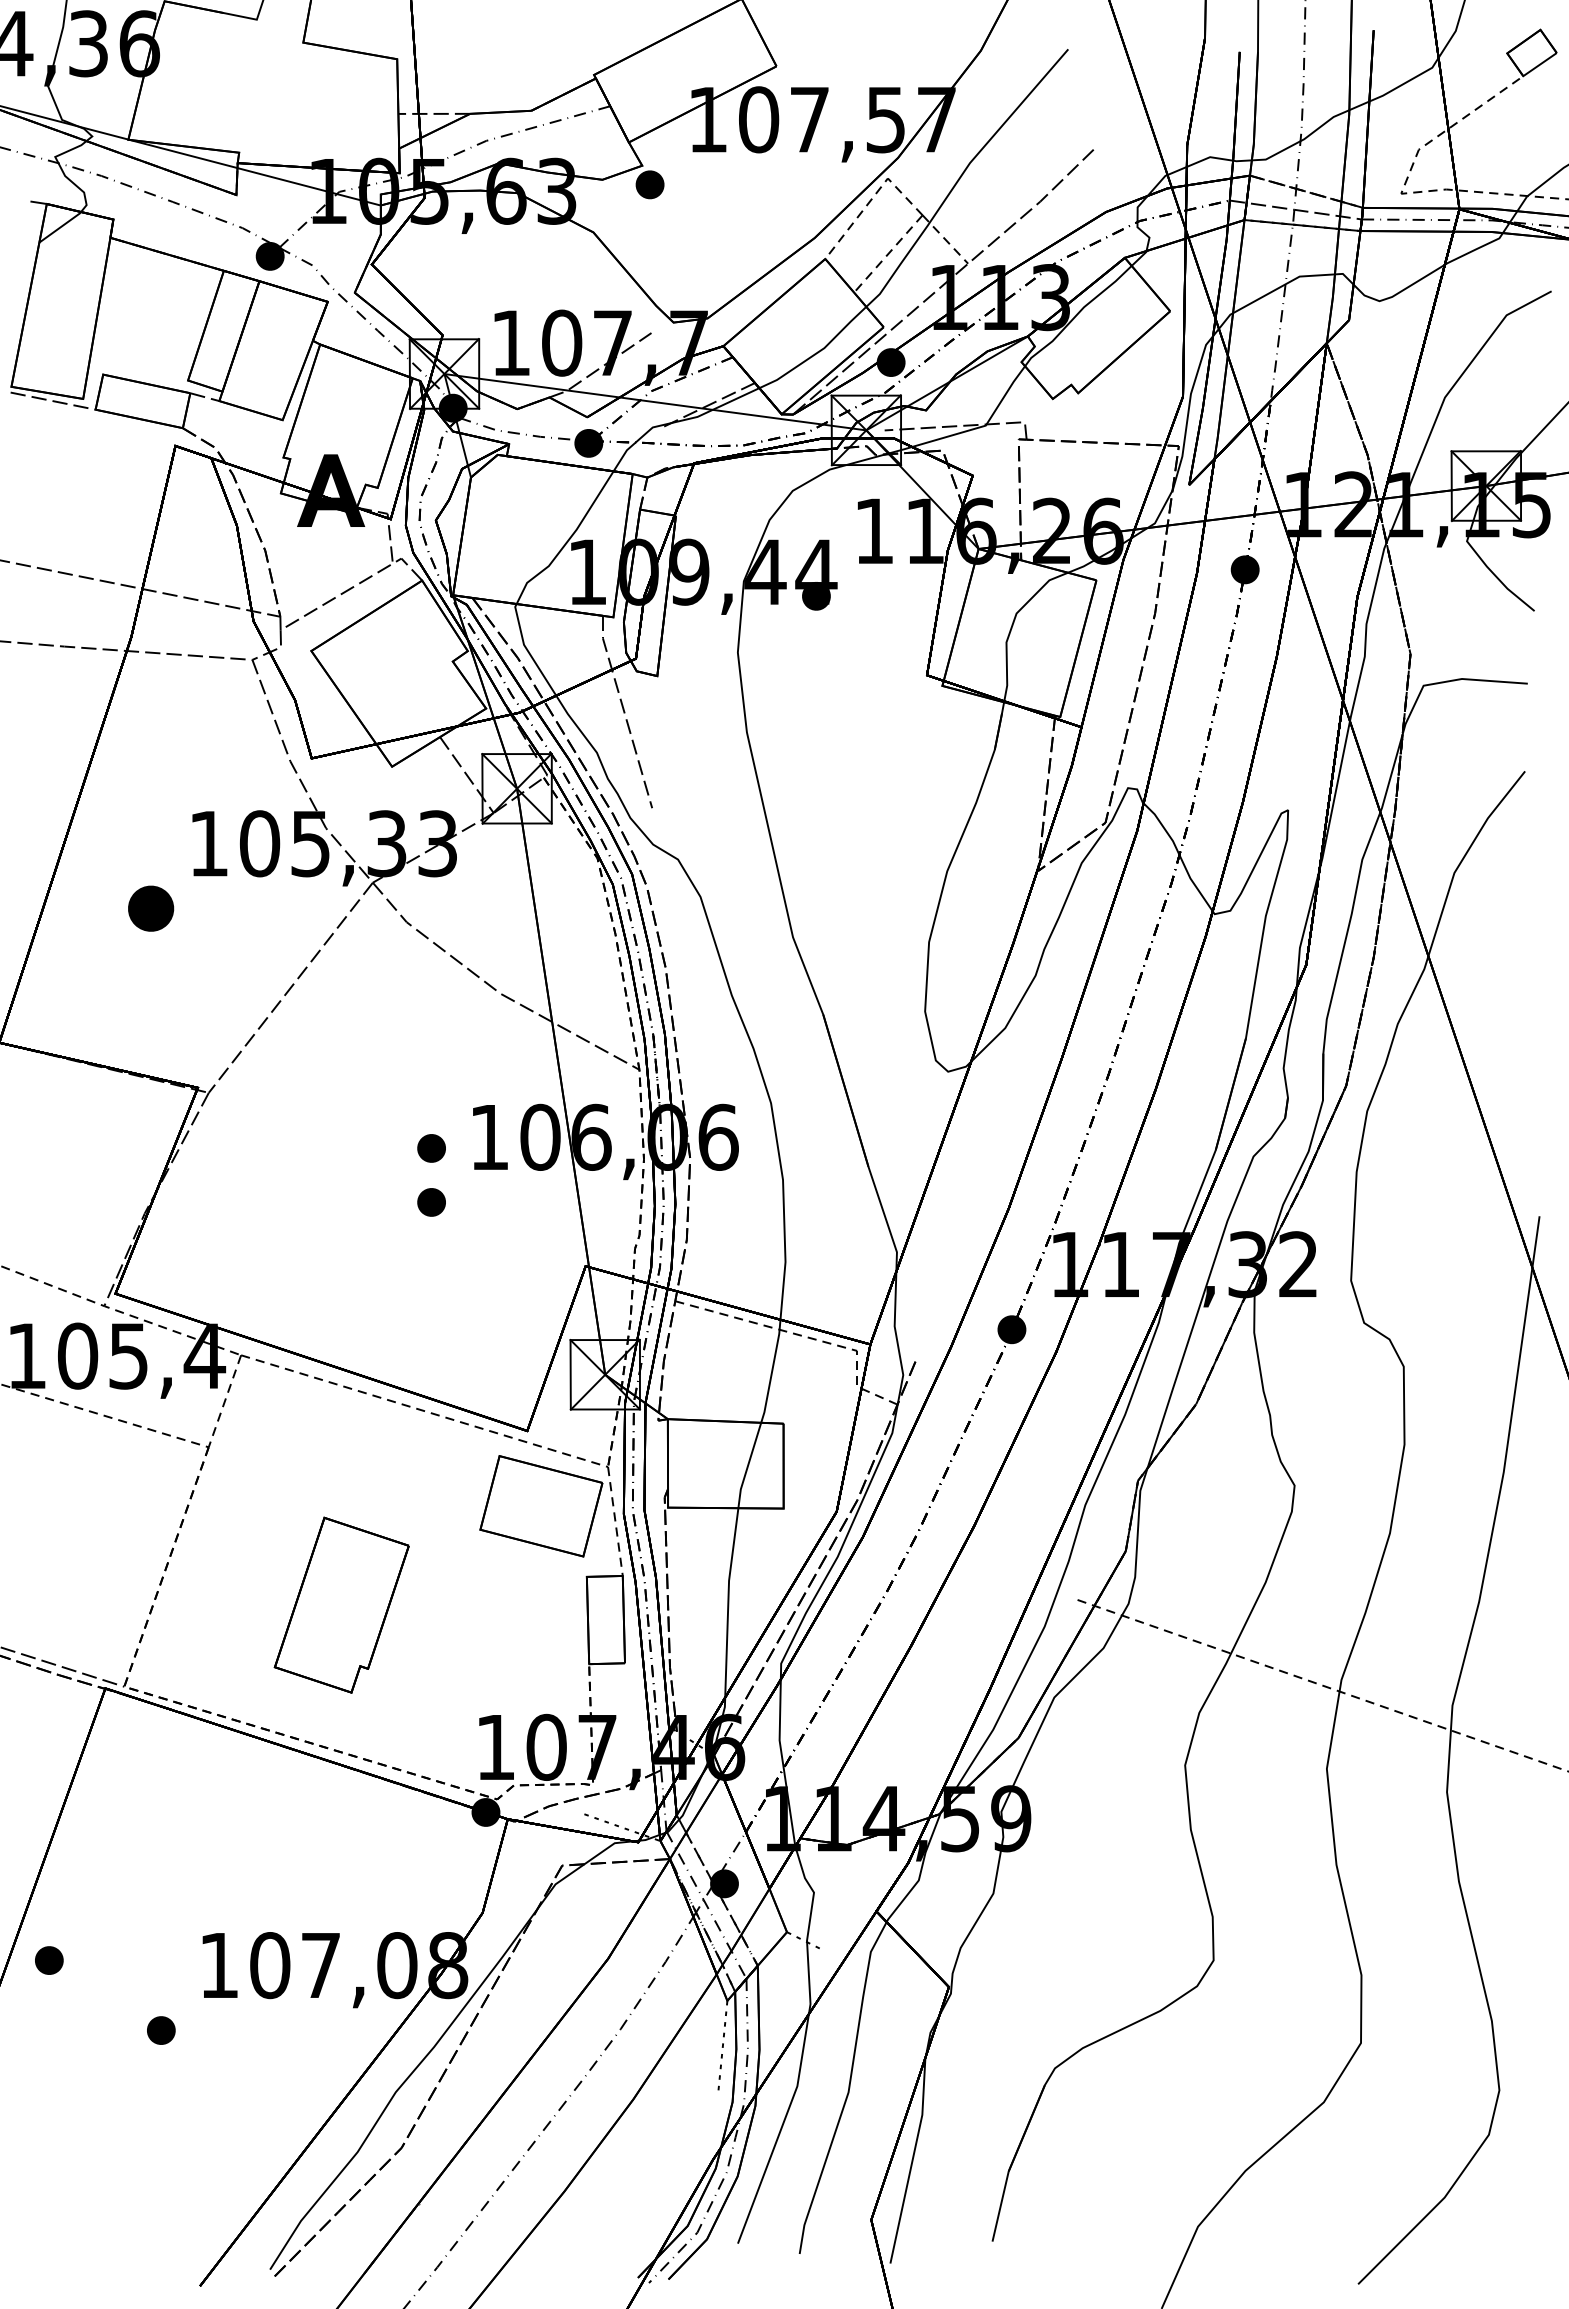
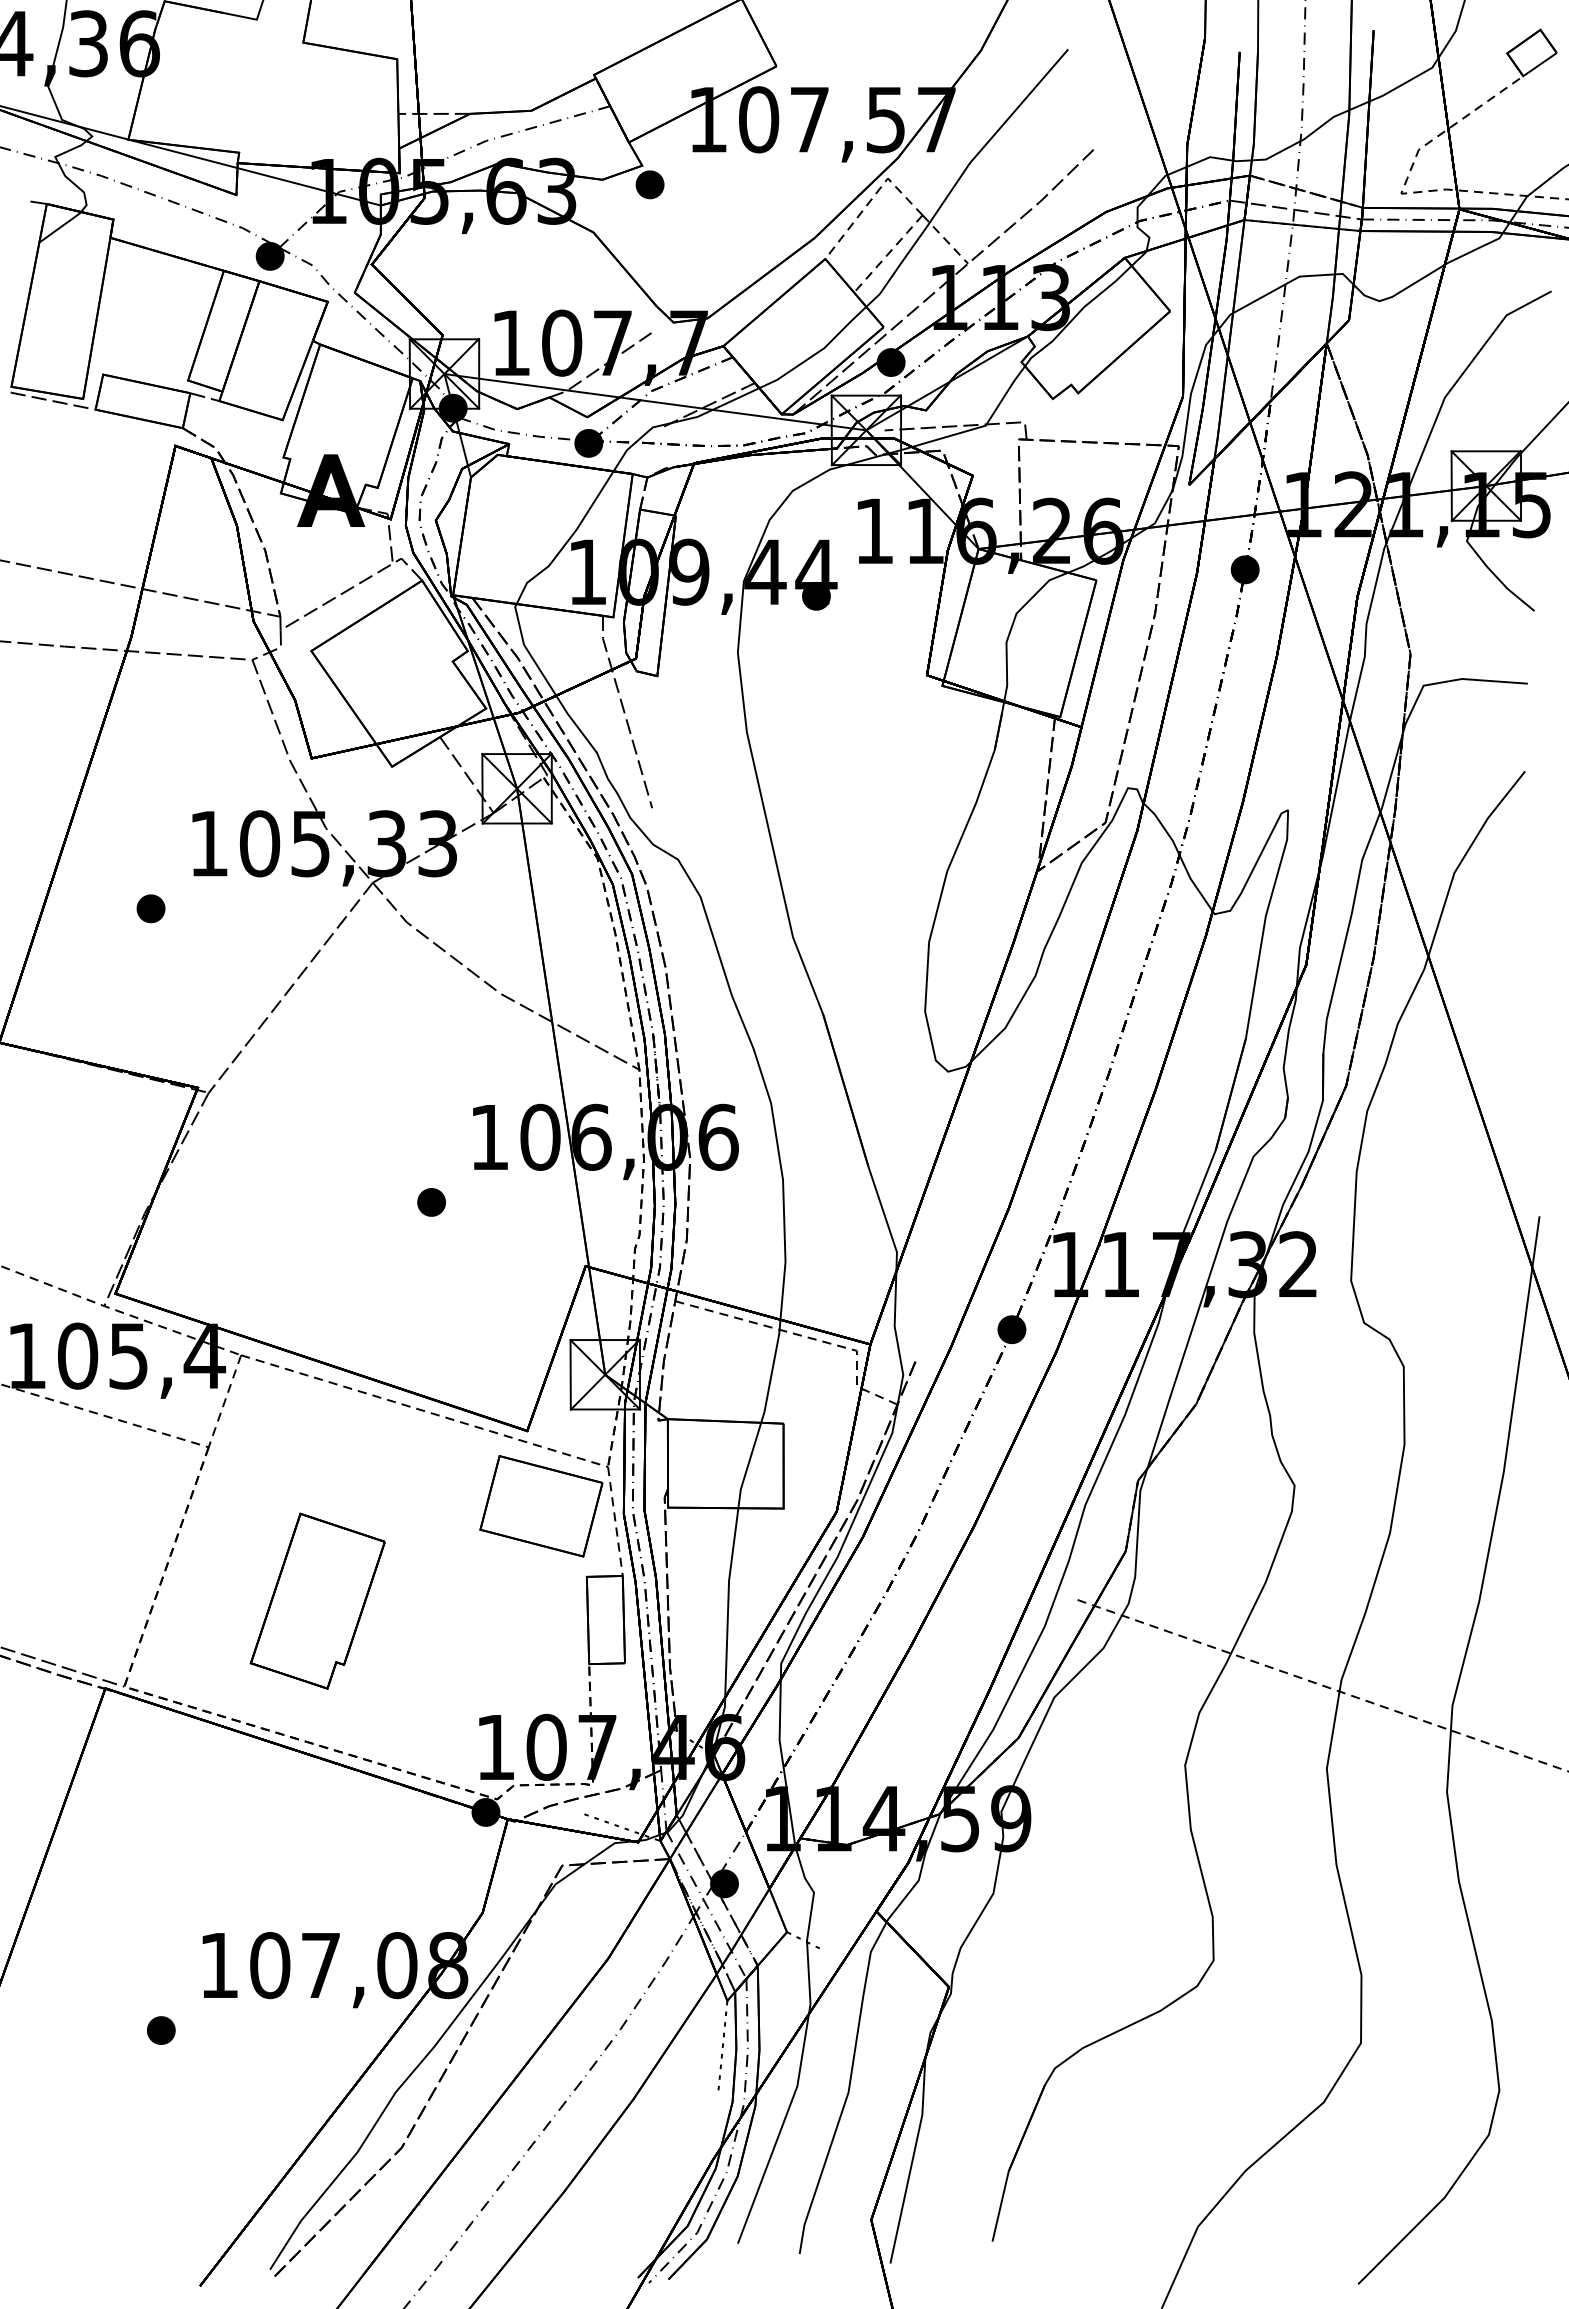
part at (151, 908) size: 47x47 px -> 30x30 px
part at (431, 1148): present -> none
part at (341, 1604) position: (341, 1604) -> (317, 1600)
part at (49, 1960): present -> none
